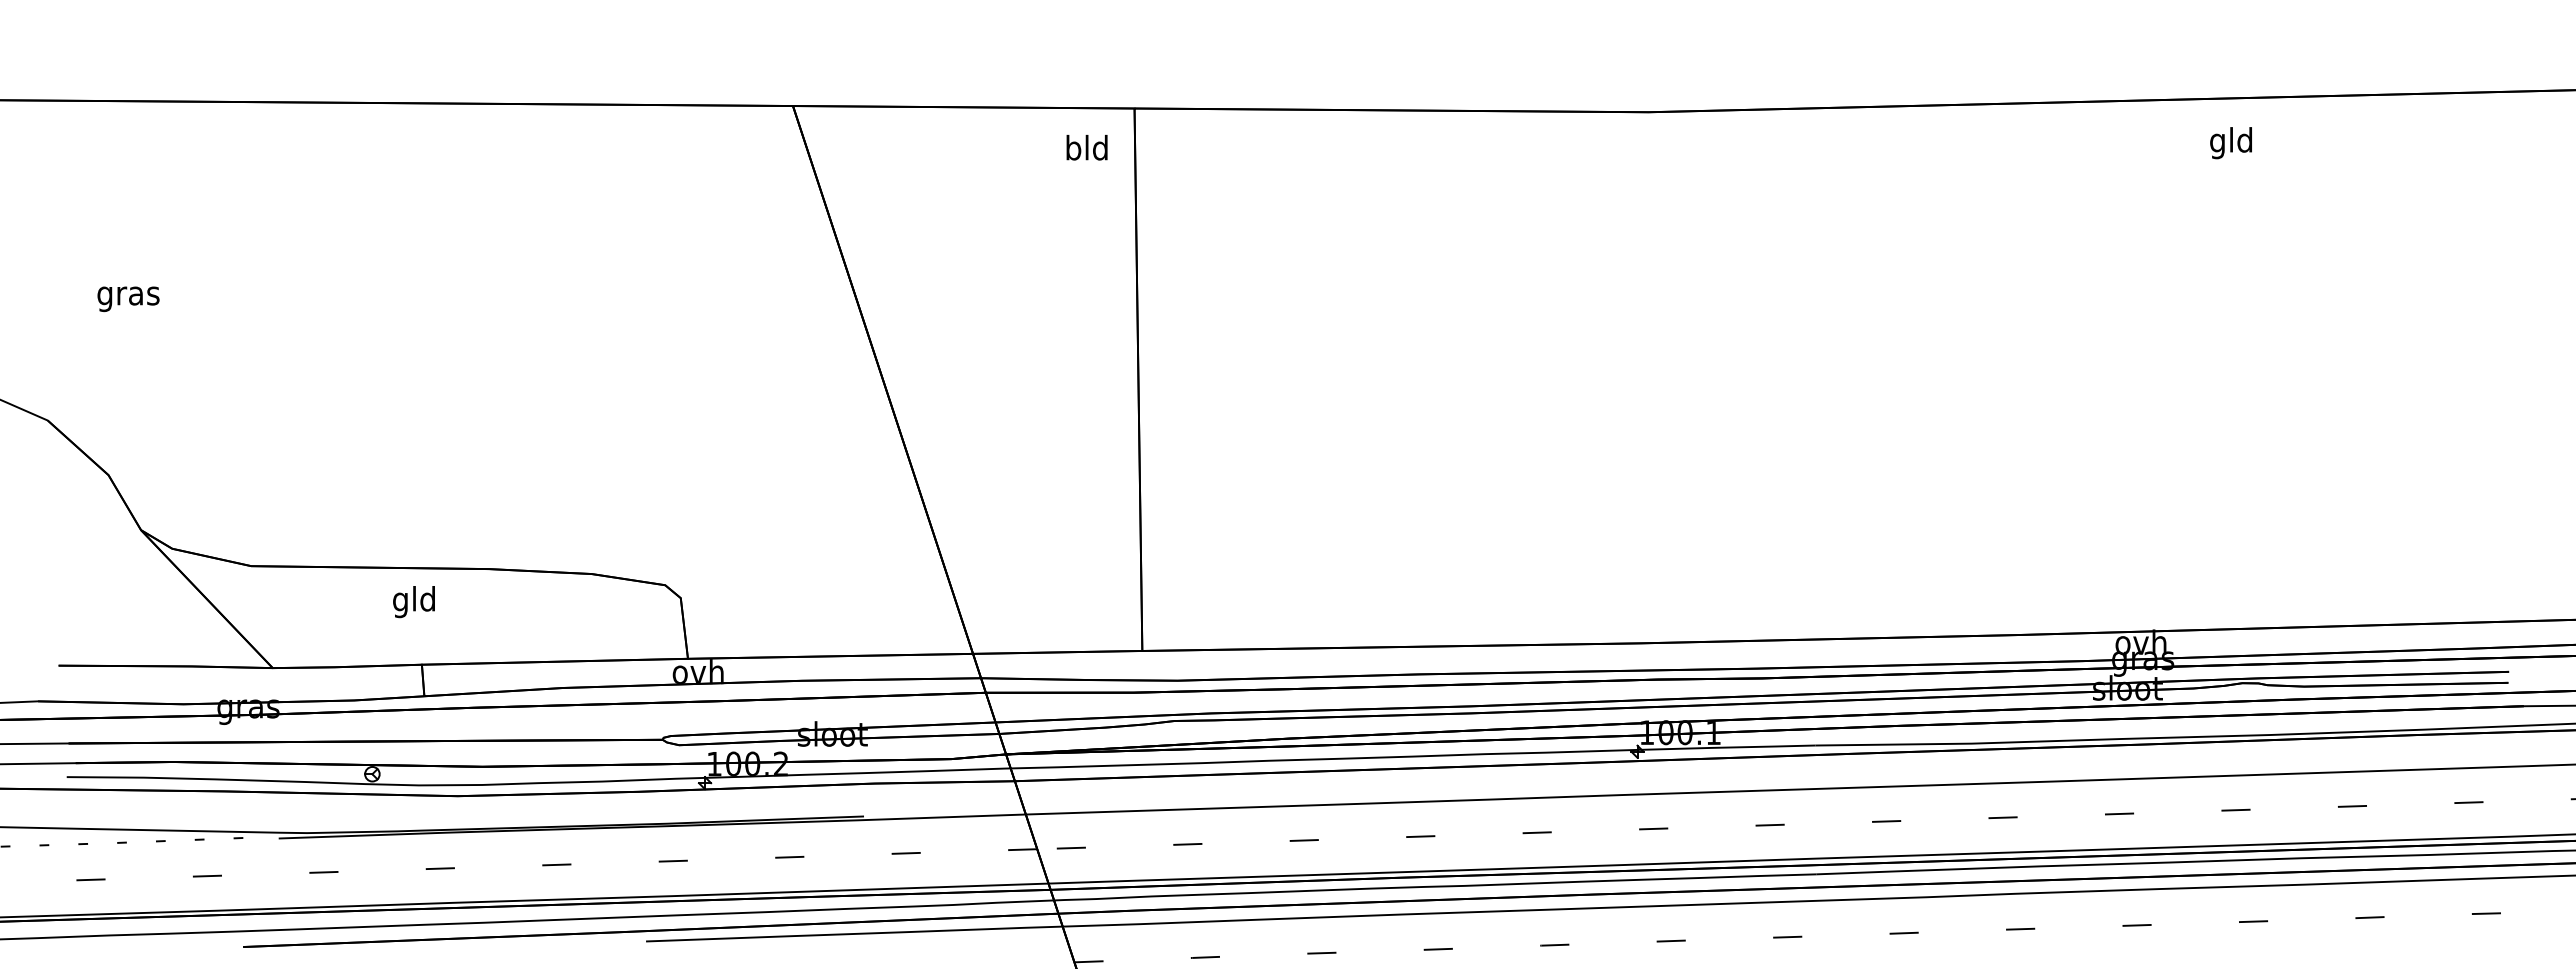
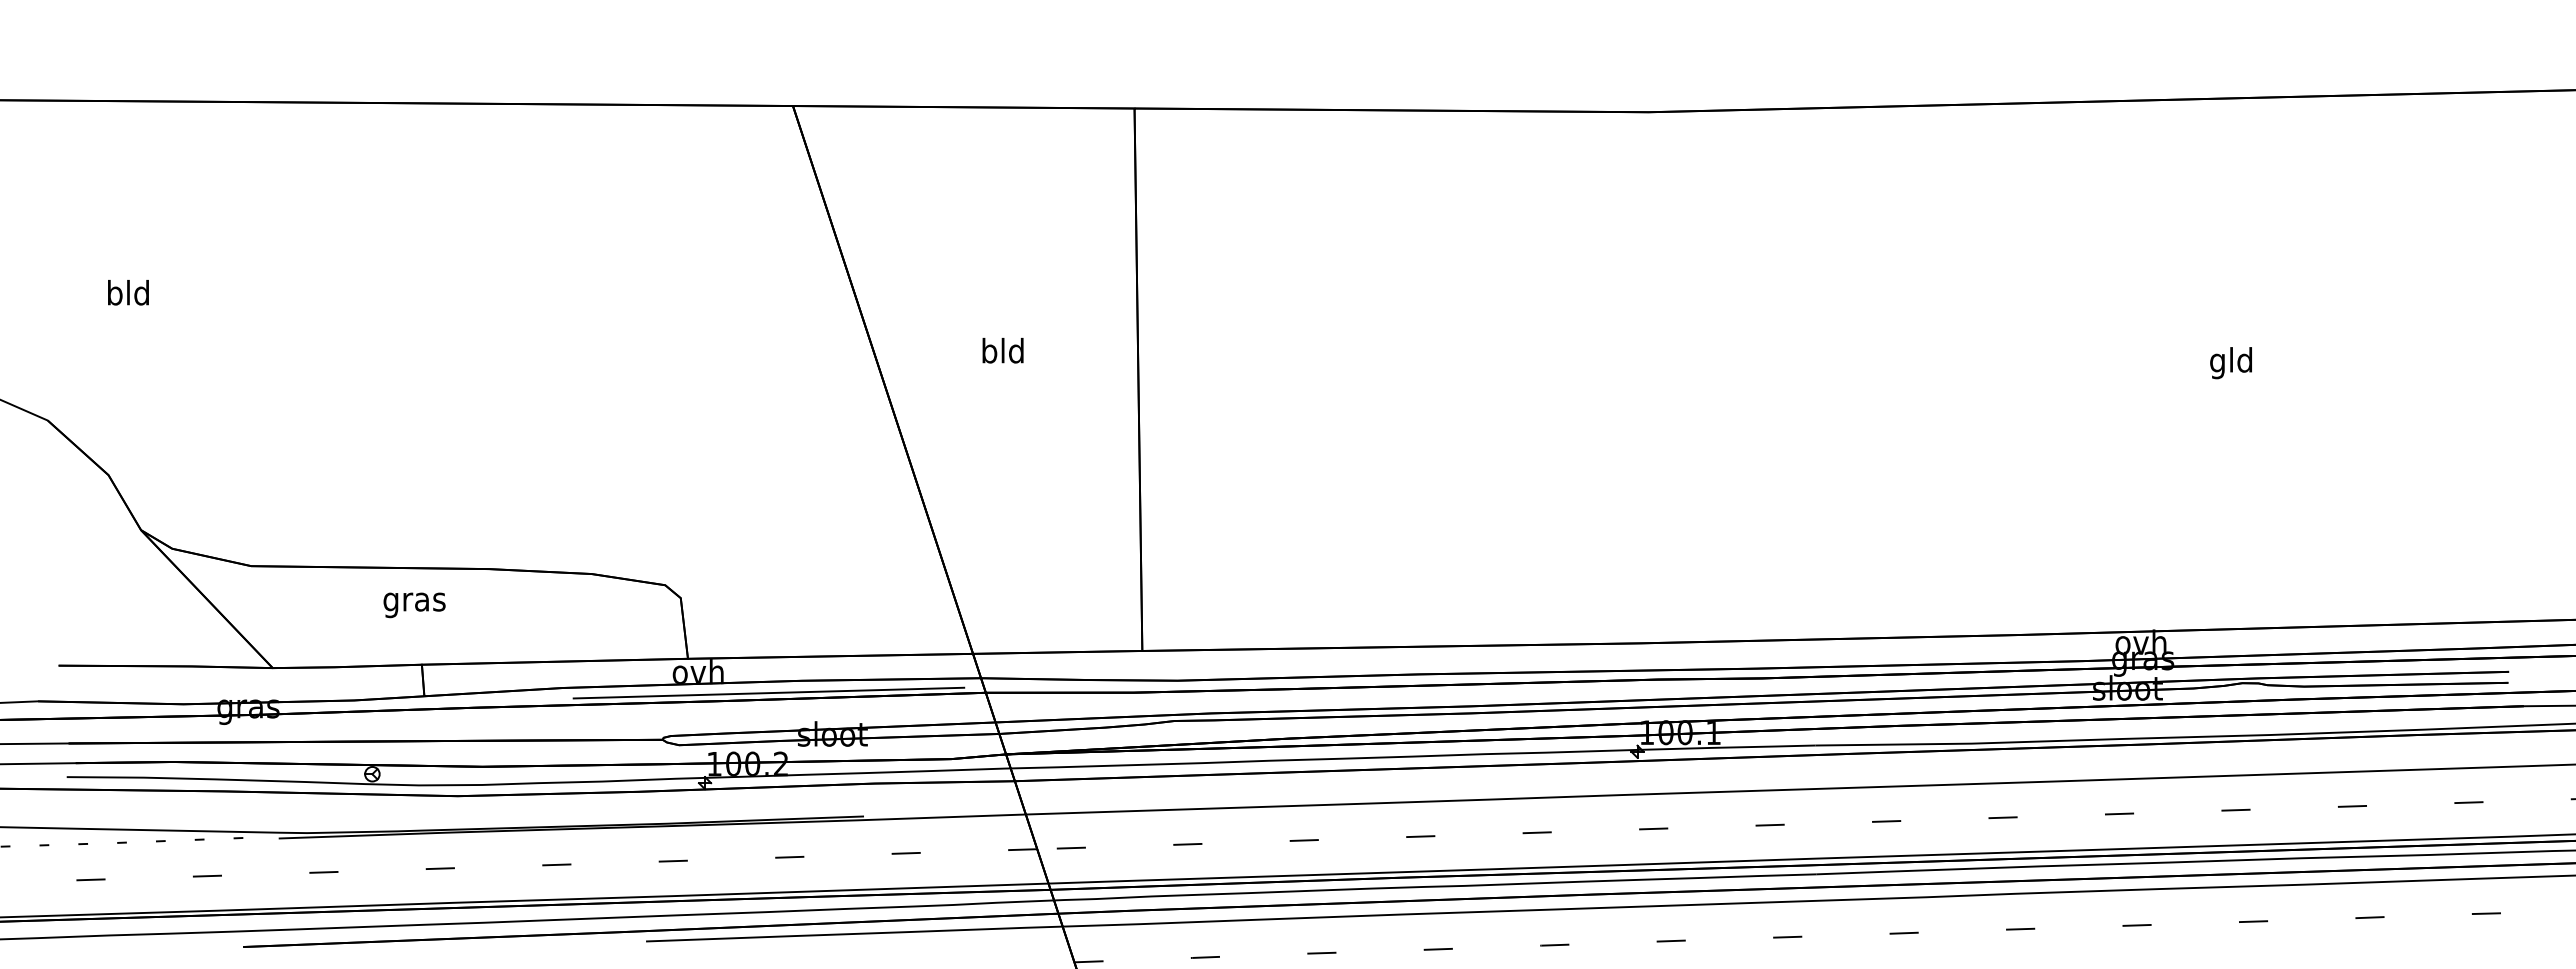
text at (2230, 143) position: (2230, 143) -> (2230, 363)
text at (1086, 147) position: (1086, 147) -> (1002, 350)
text at (128, 296): gras -> bld
text at (414, 602): gld -> gras
line at (768, 692): none -> present
